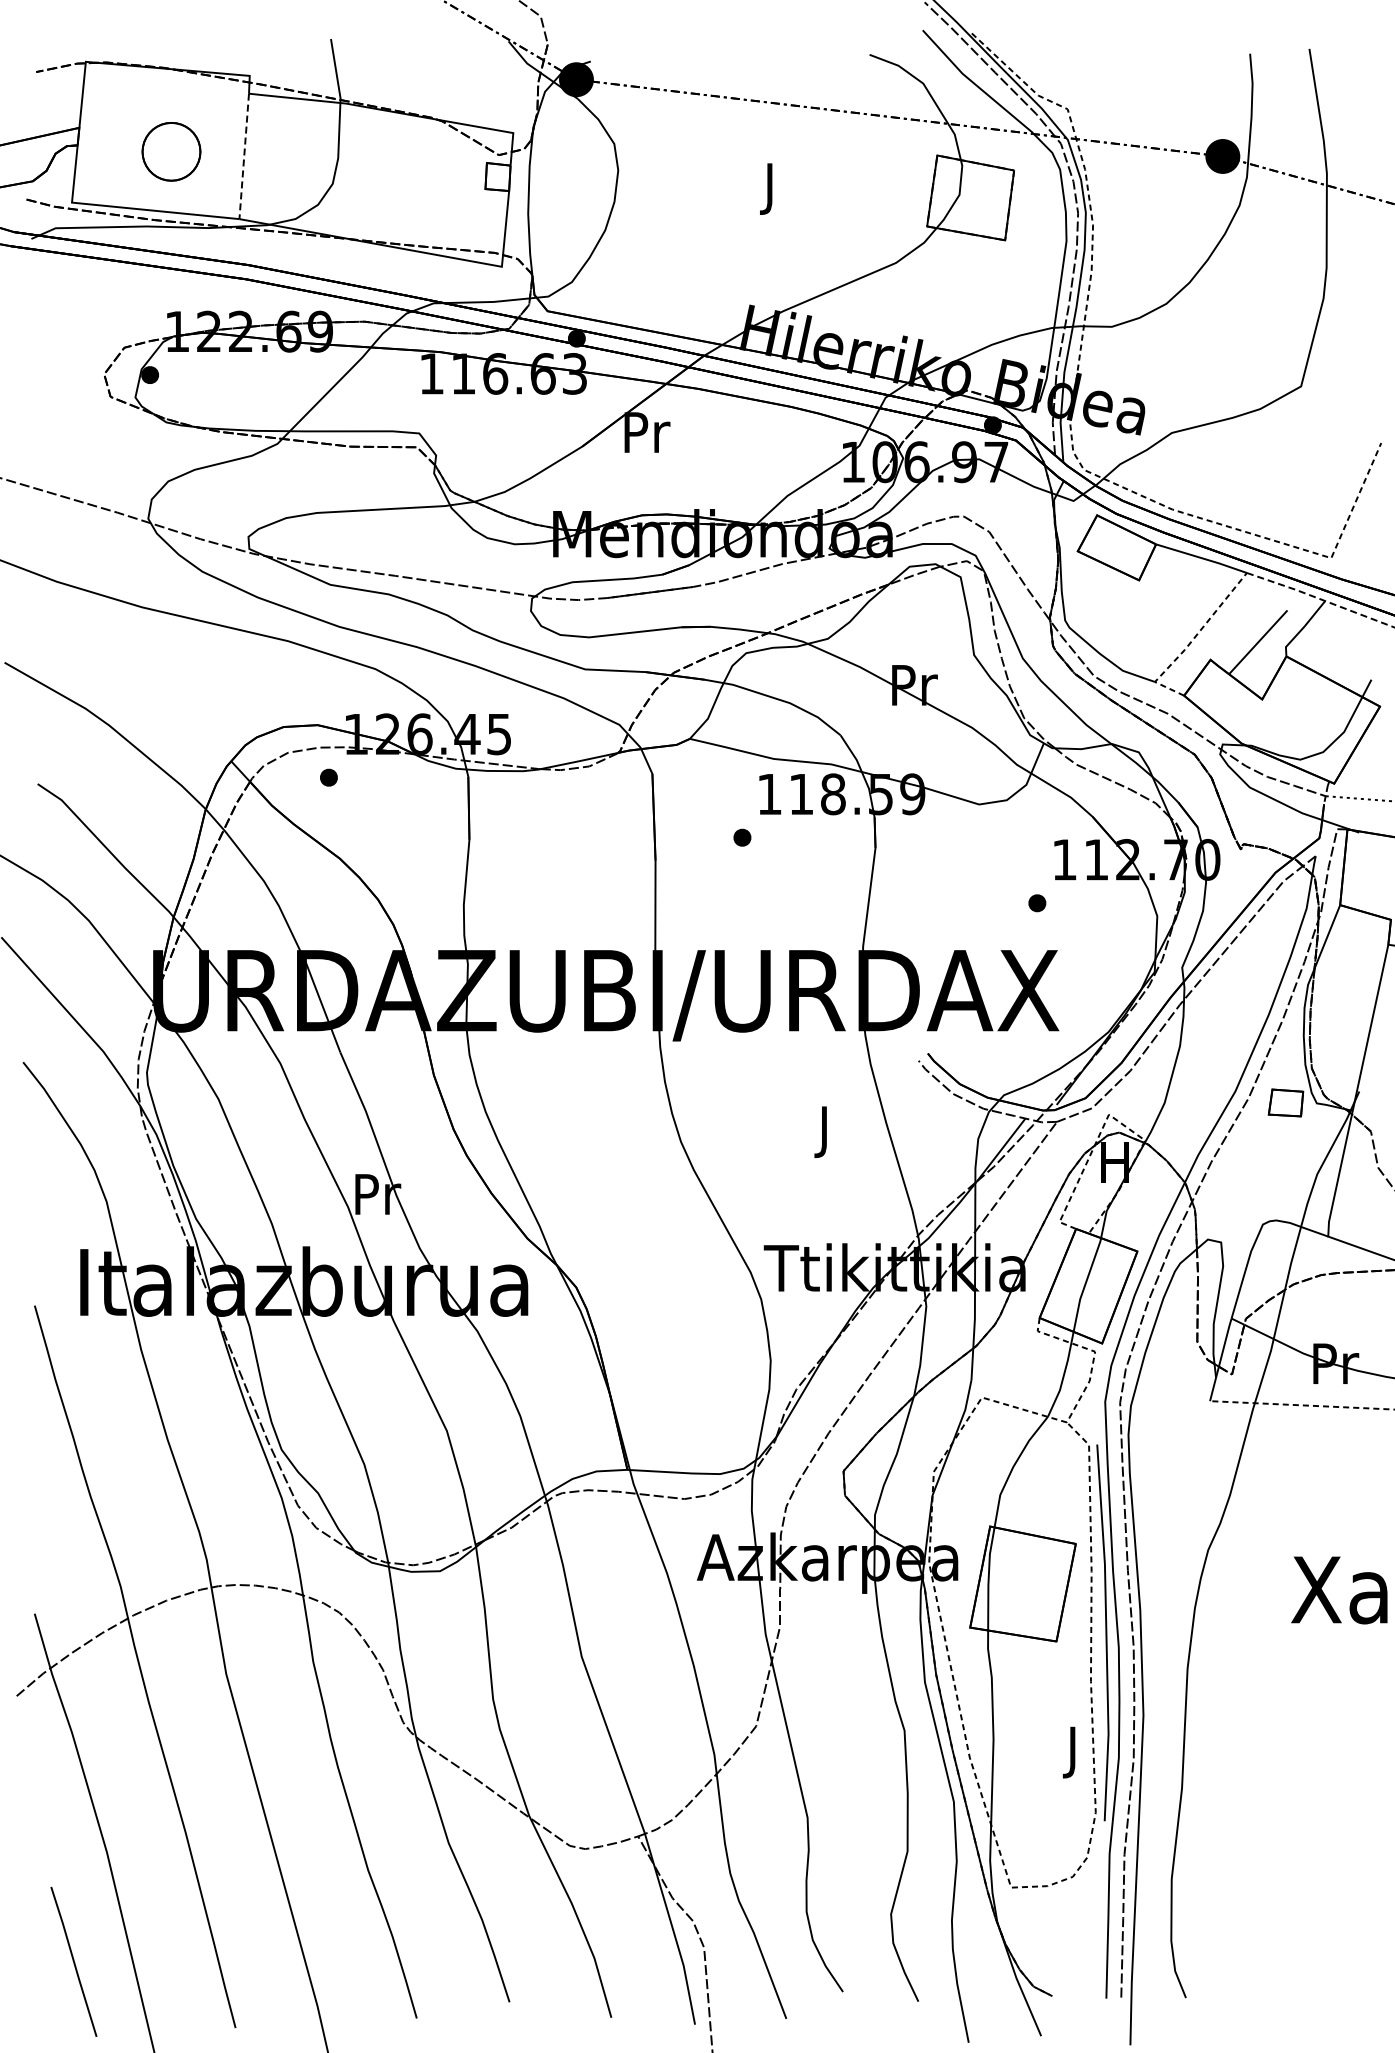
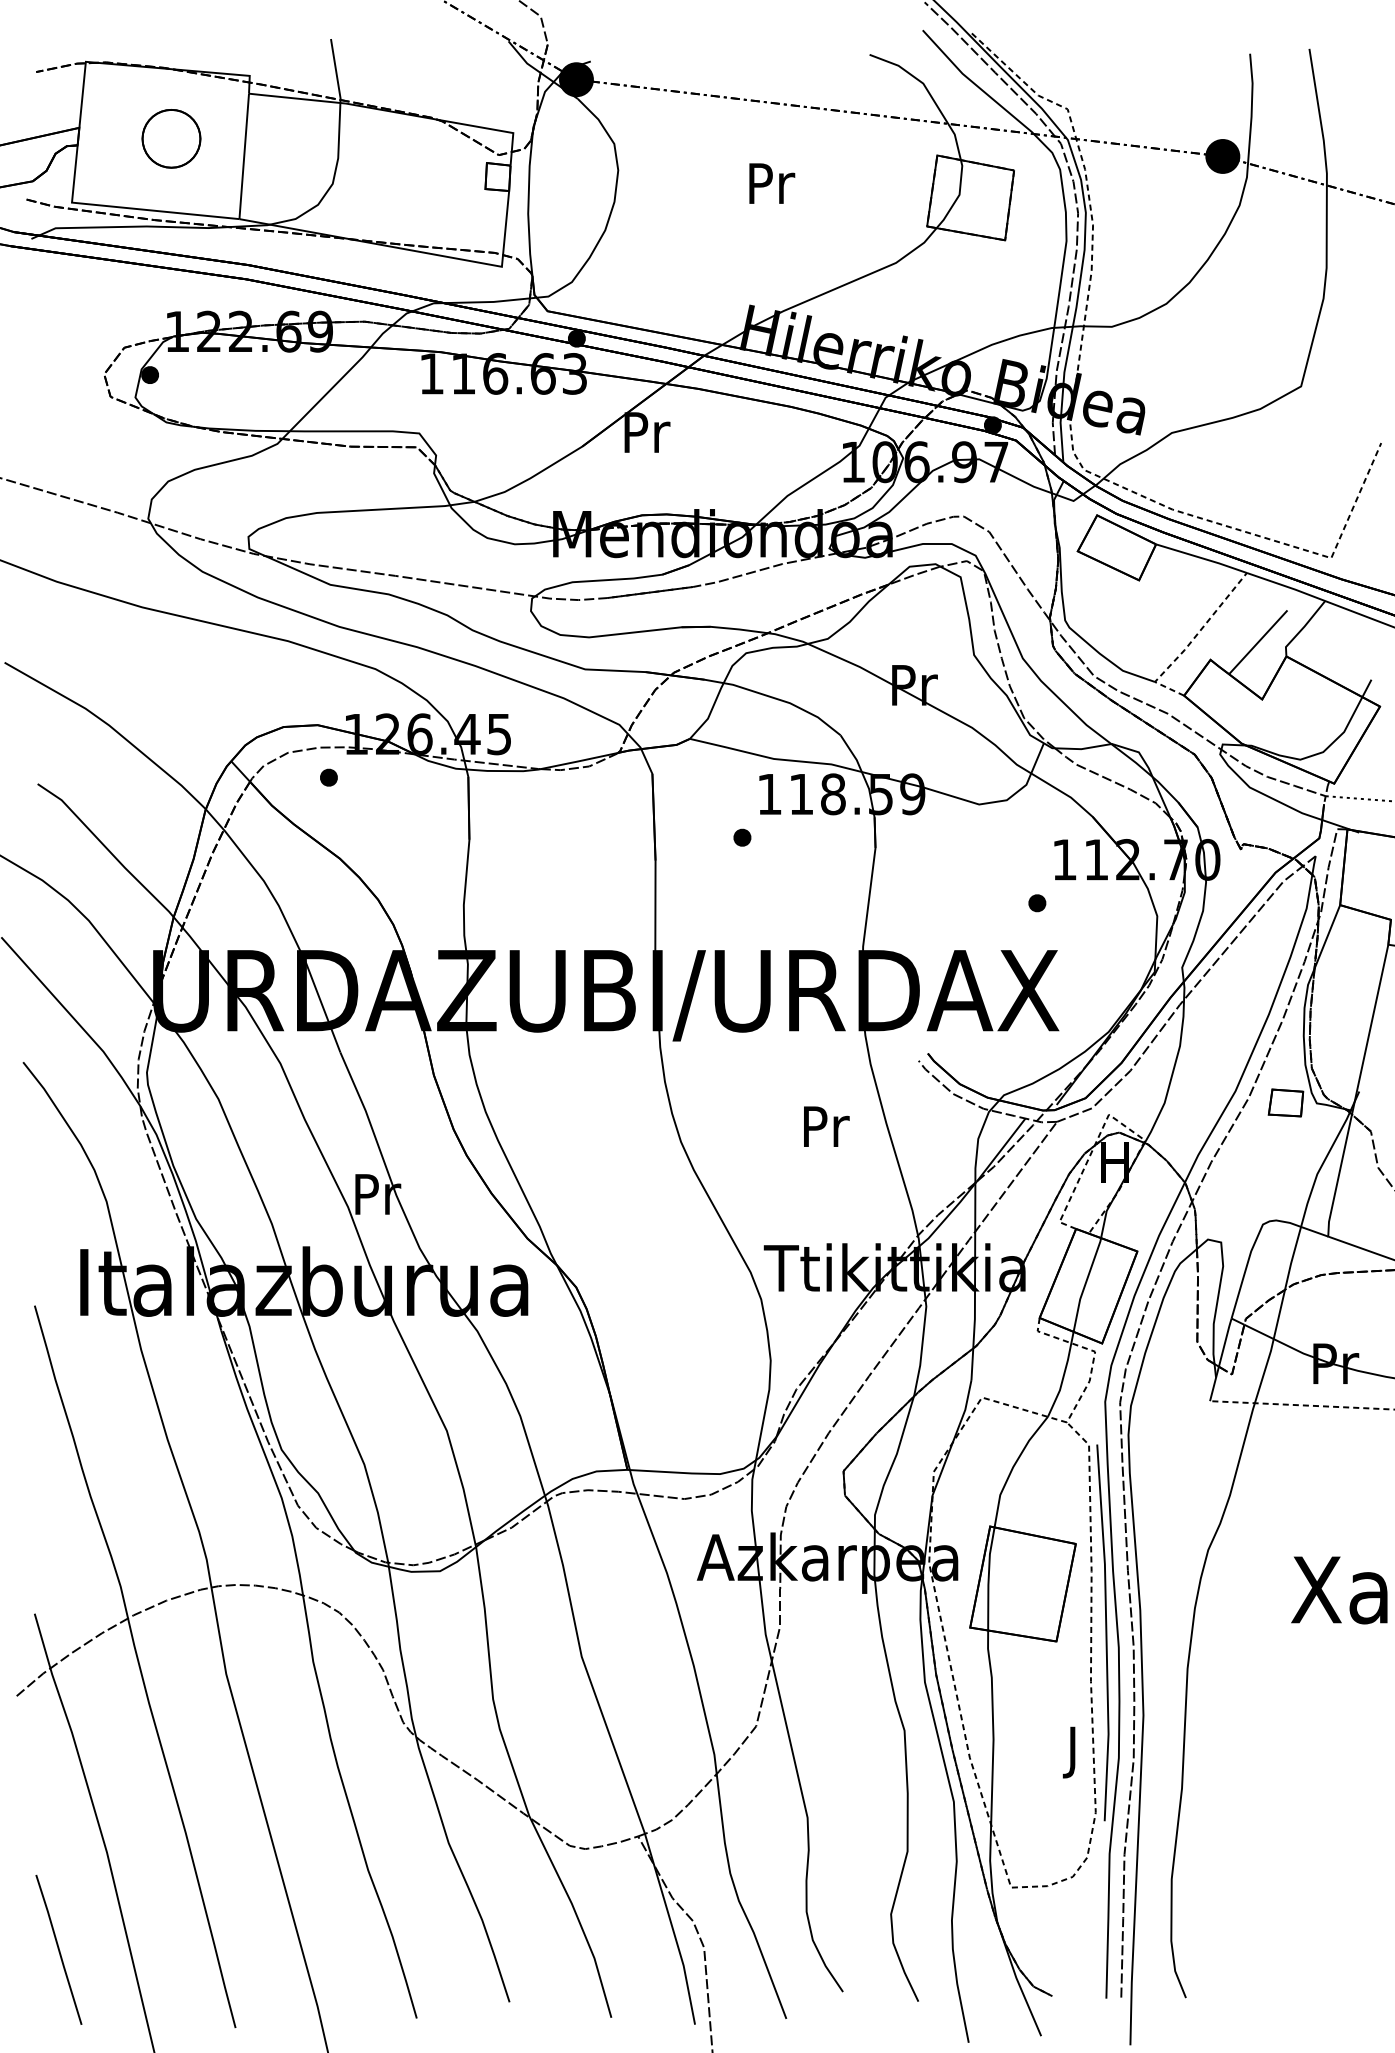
part at (171, 151) position: (171, 151) -> (171, 138)
line at (244, 156): dashed -> solid
text at (772, 188): J -> Pr
line at (1320, 599): dashed -> solid
text at (826, 1132): J -> Pr
line at (73, 1961) position: (73, 1961) -> (58, 1949)
